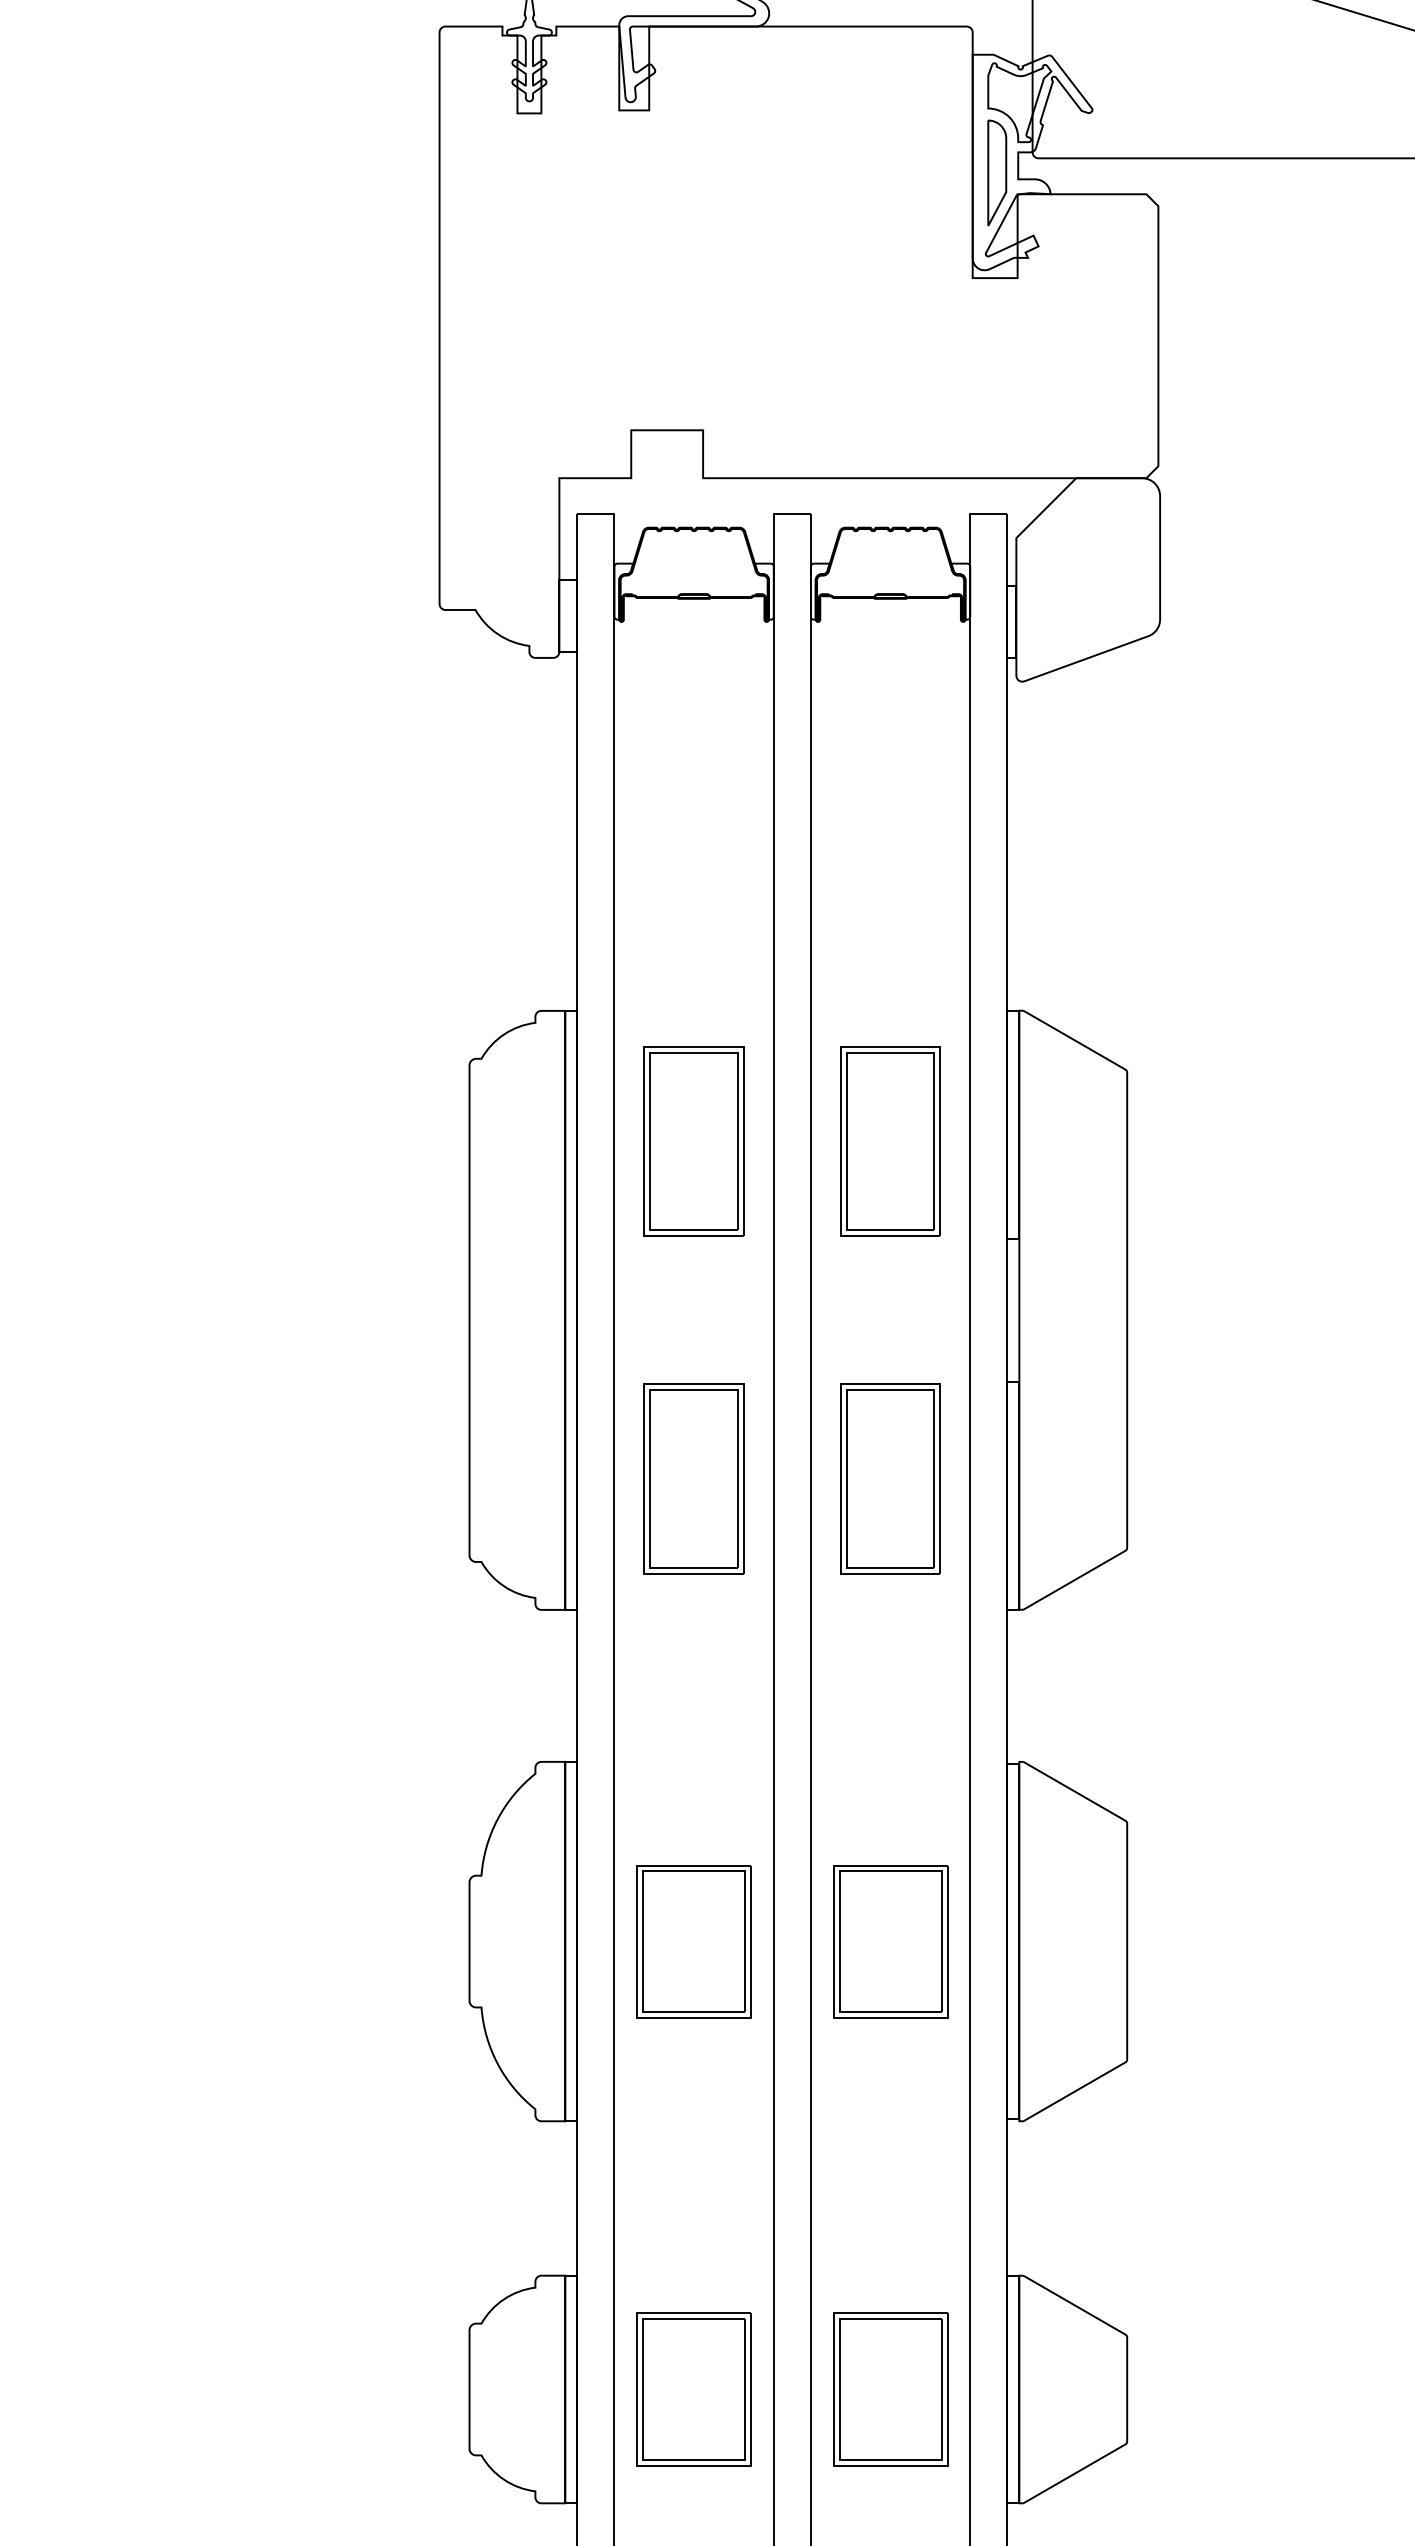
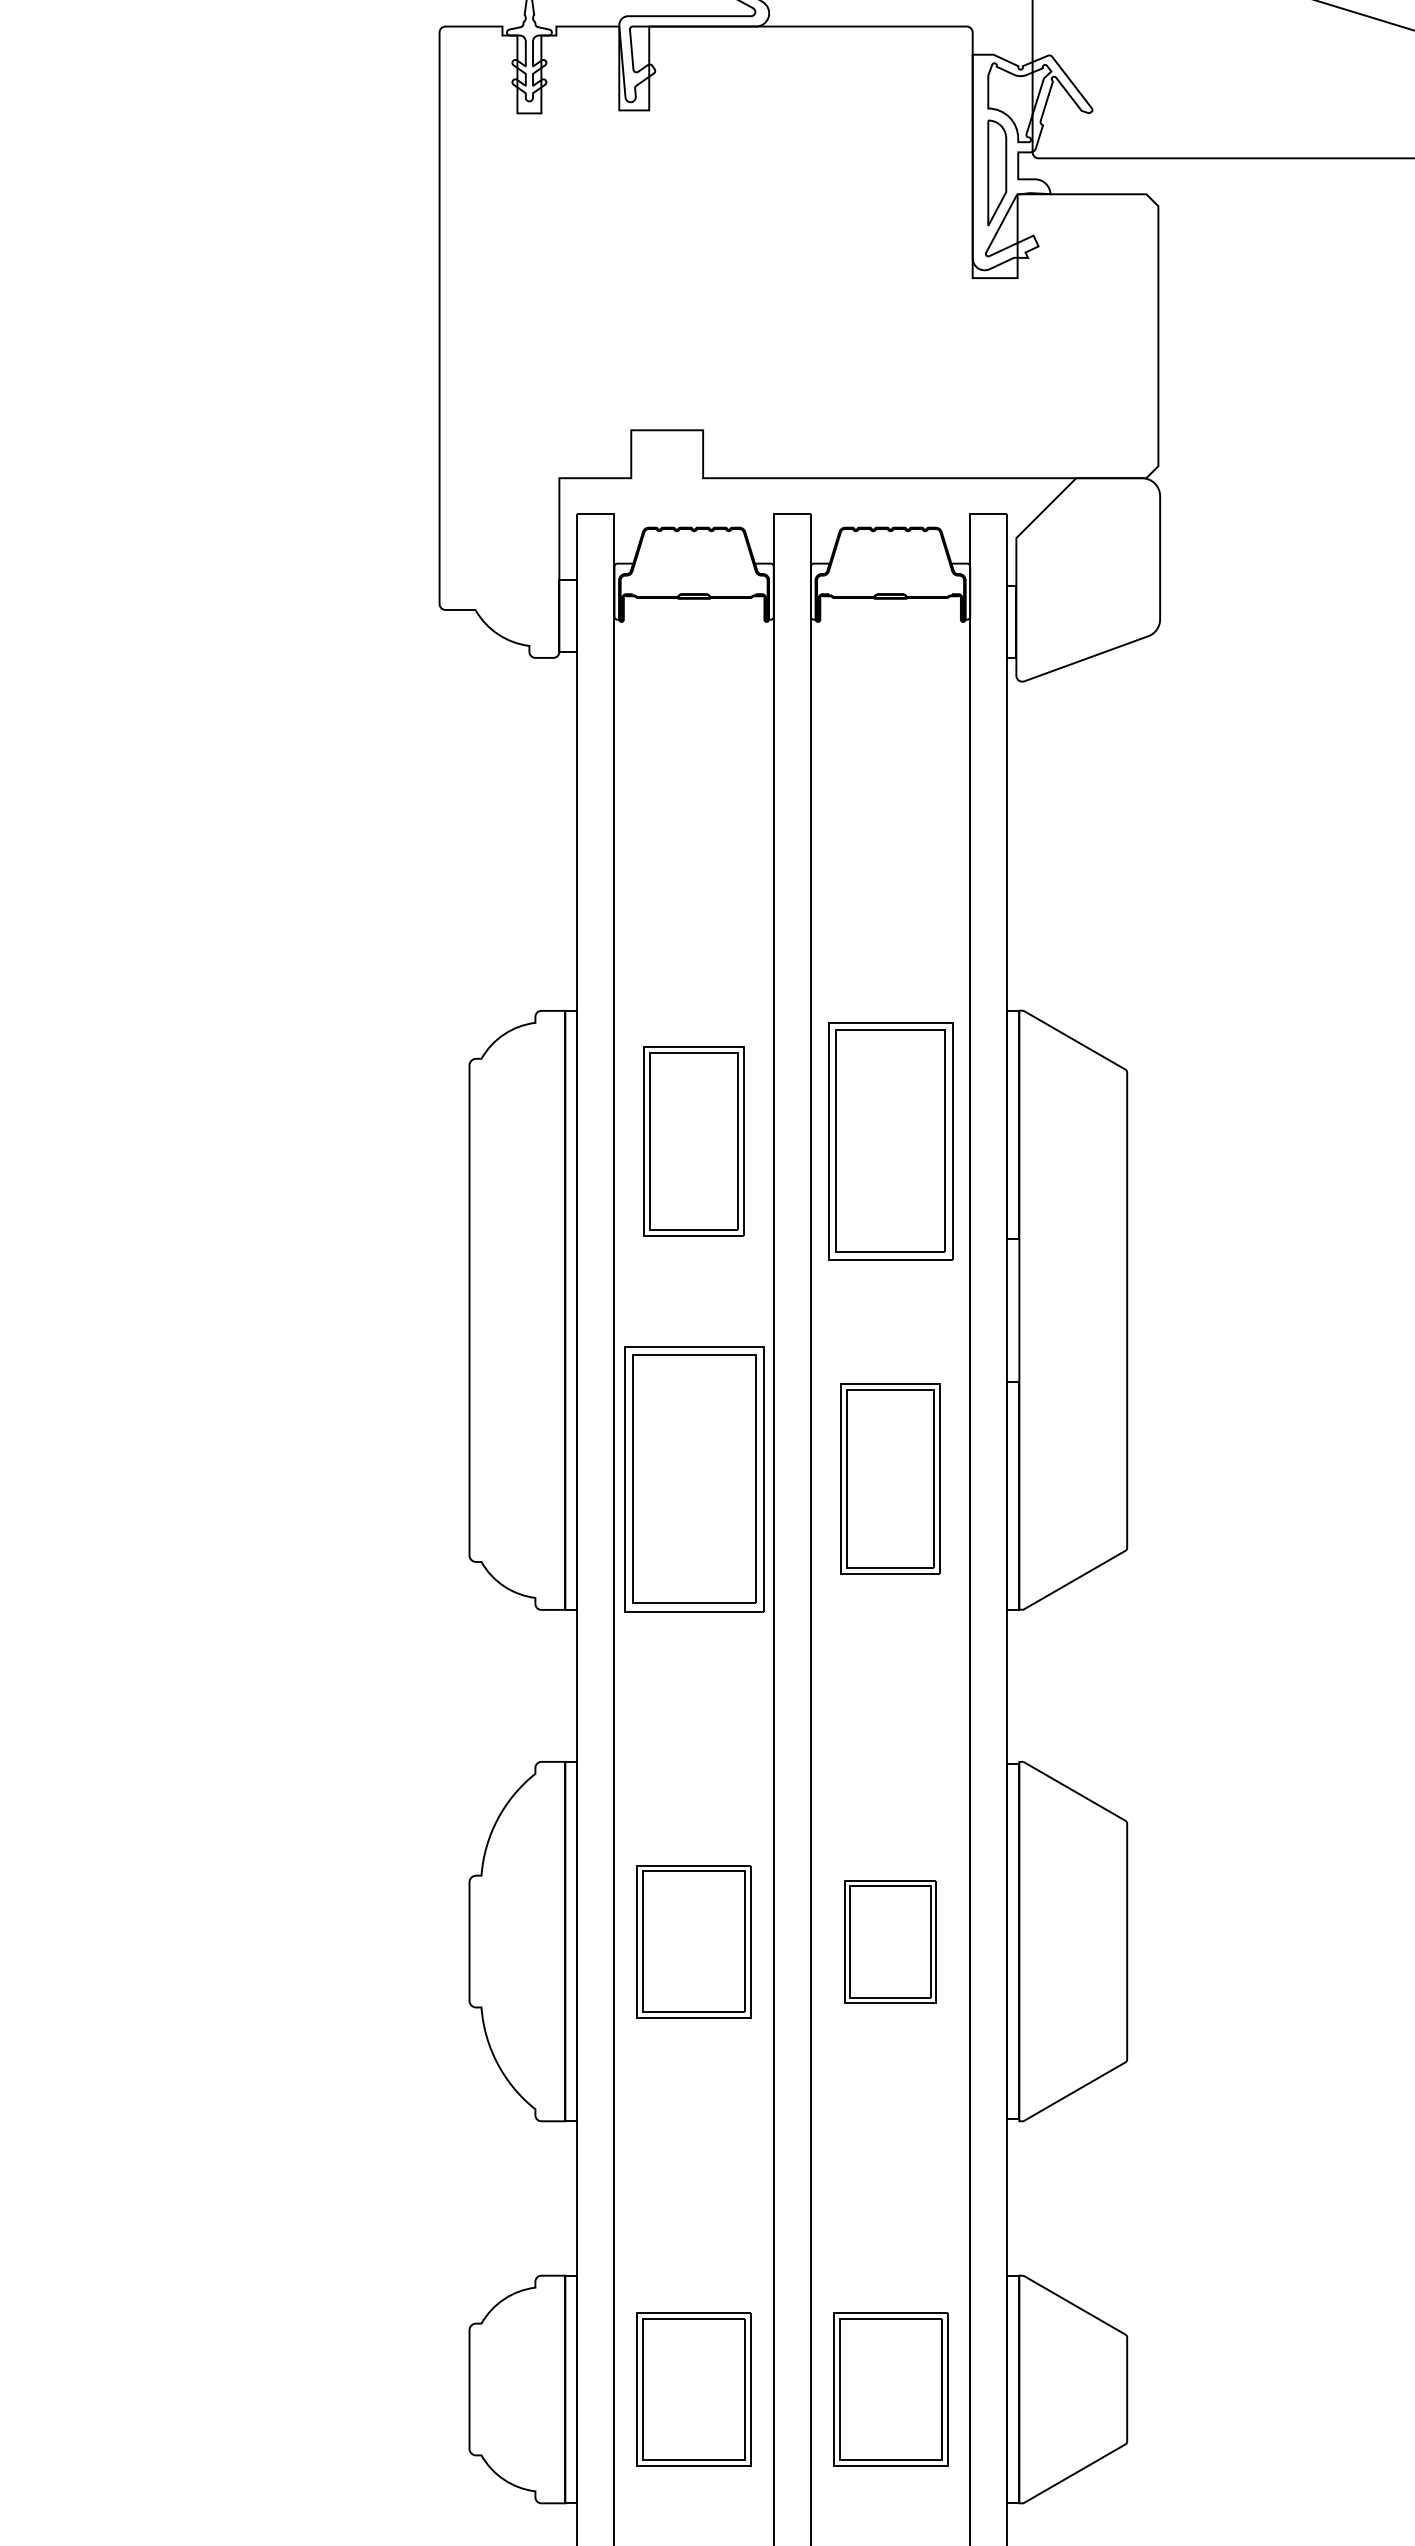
part at (890, 1141) size: 101x191 px -> 126x239 px
part at (693, 1478) size: 102x192 px -> 141x267 px
part at (890, 1941) size: 116x154 px -> 93x124 px
